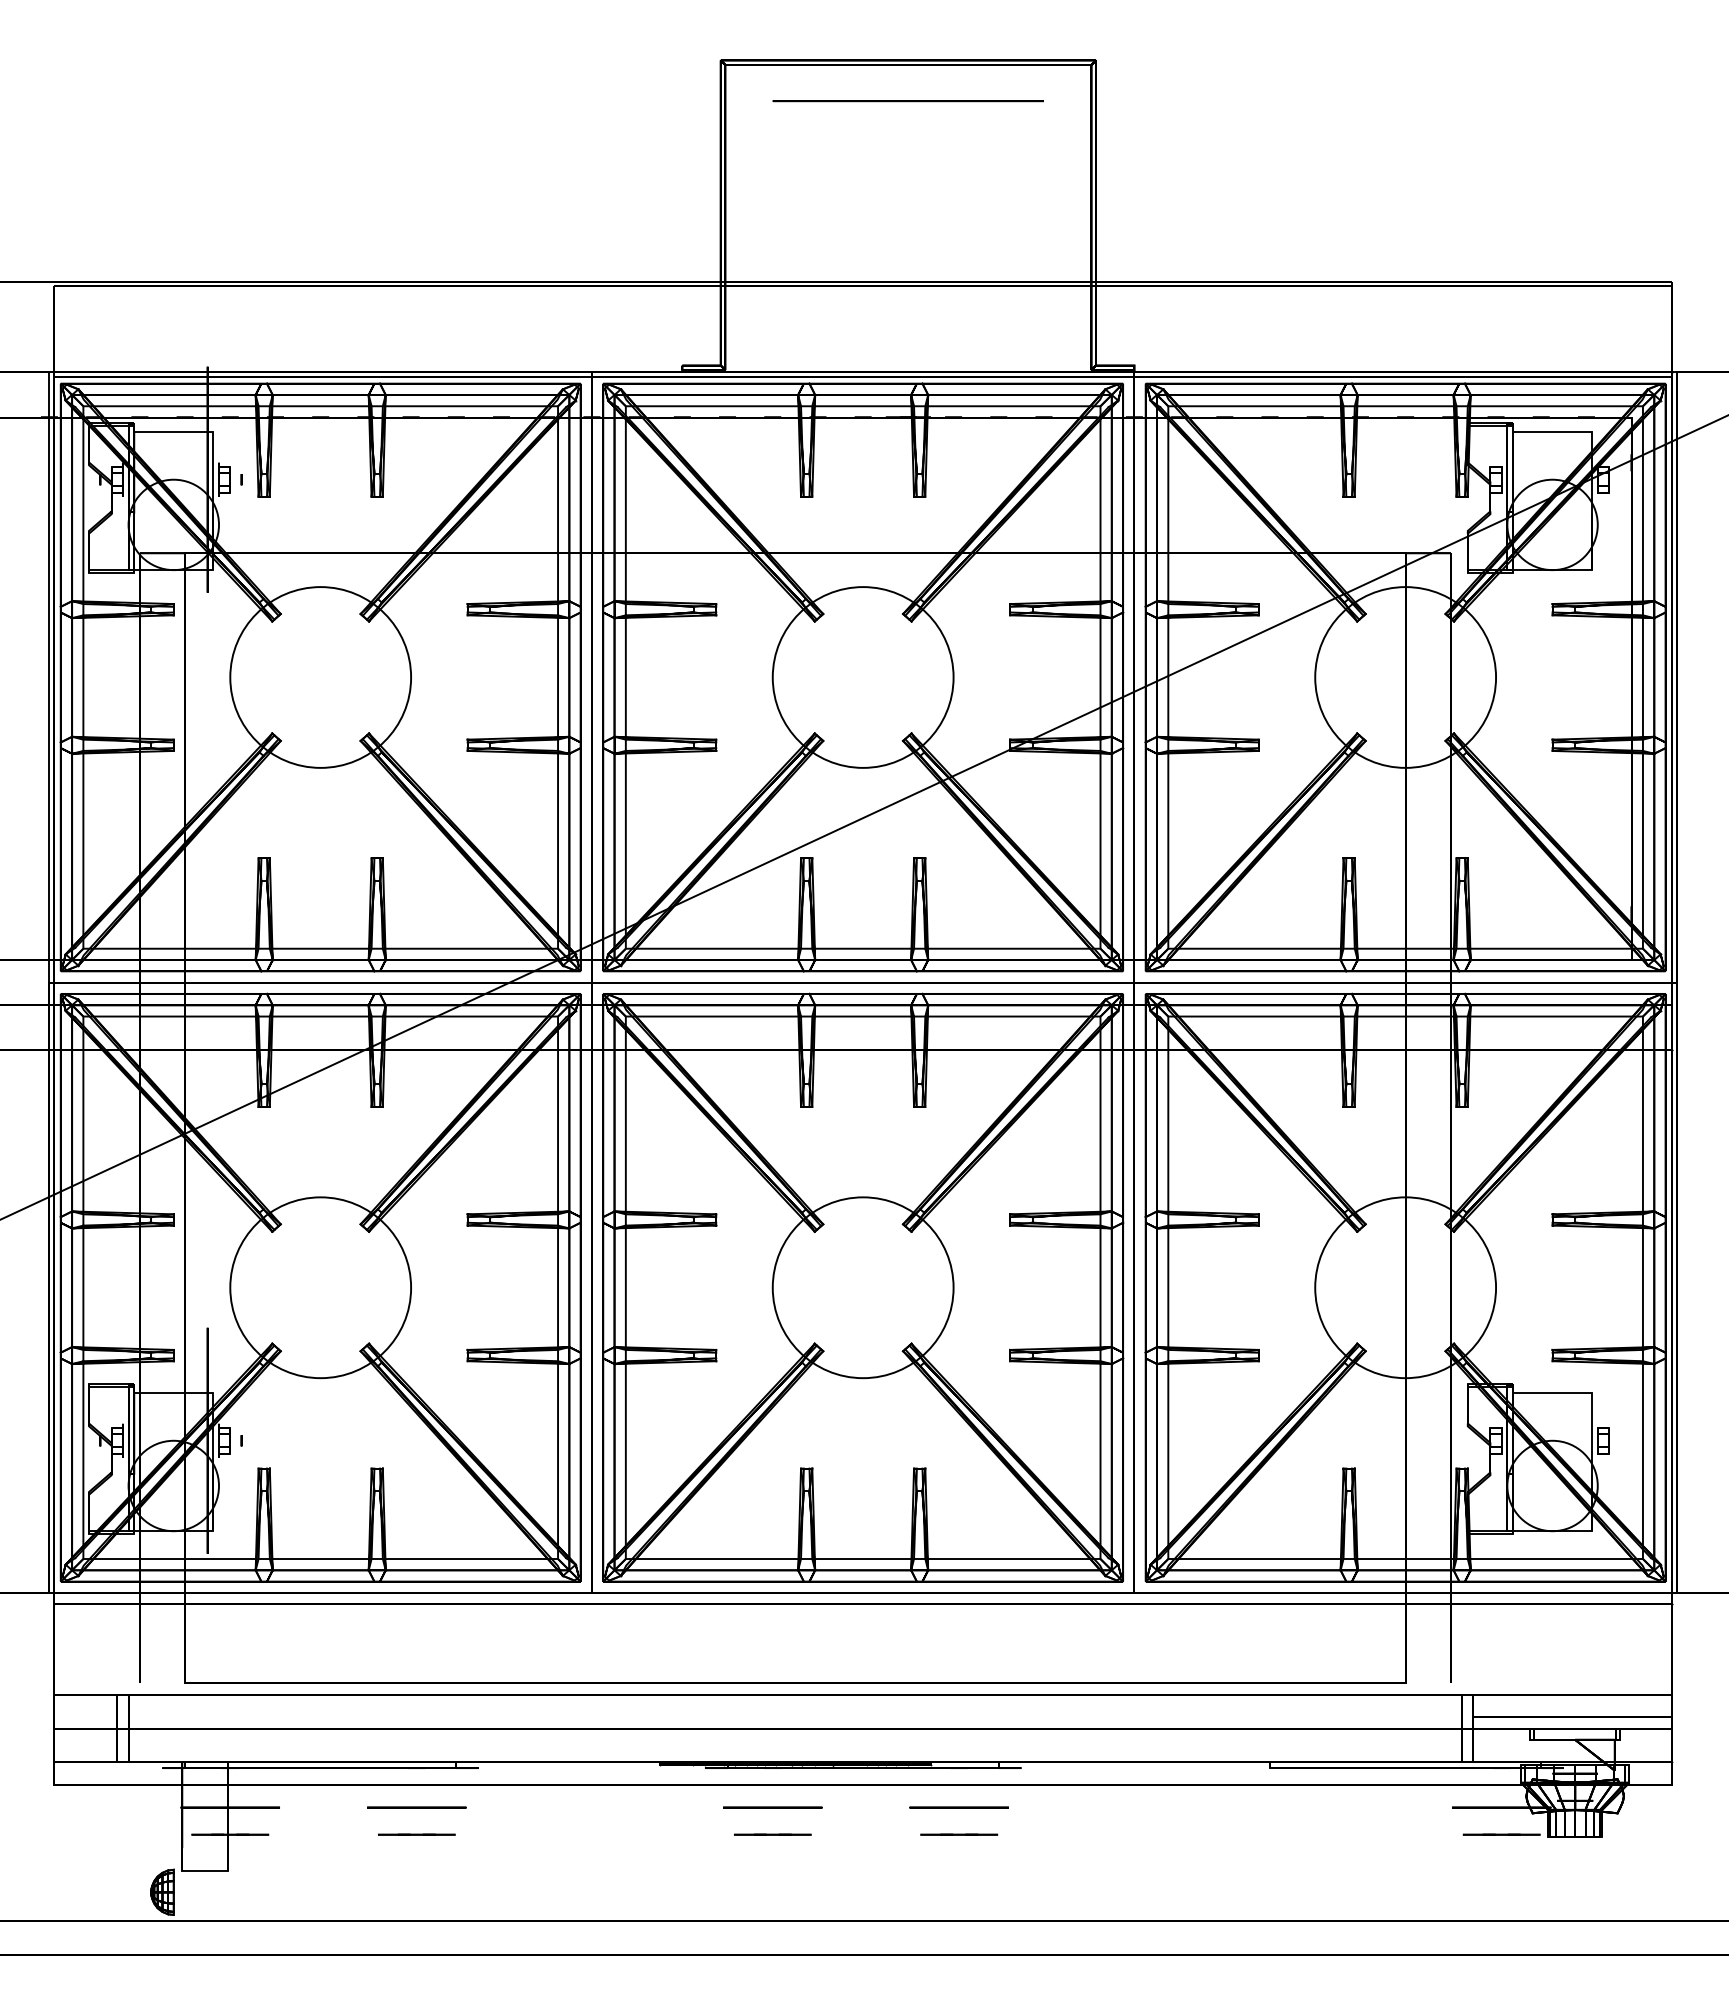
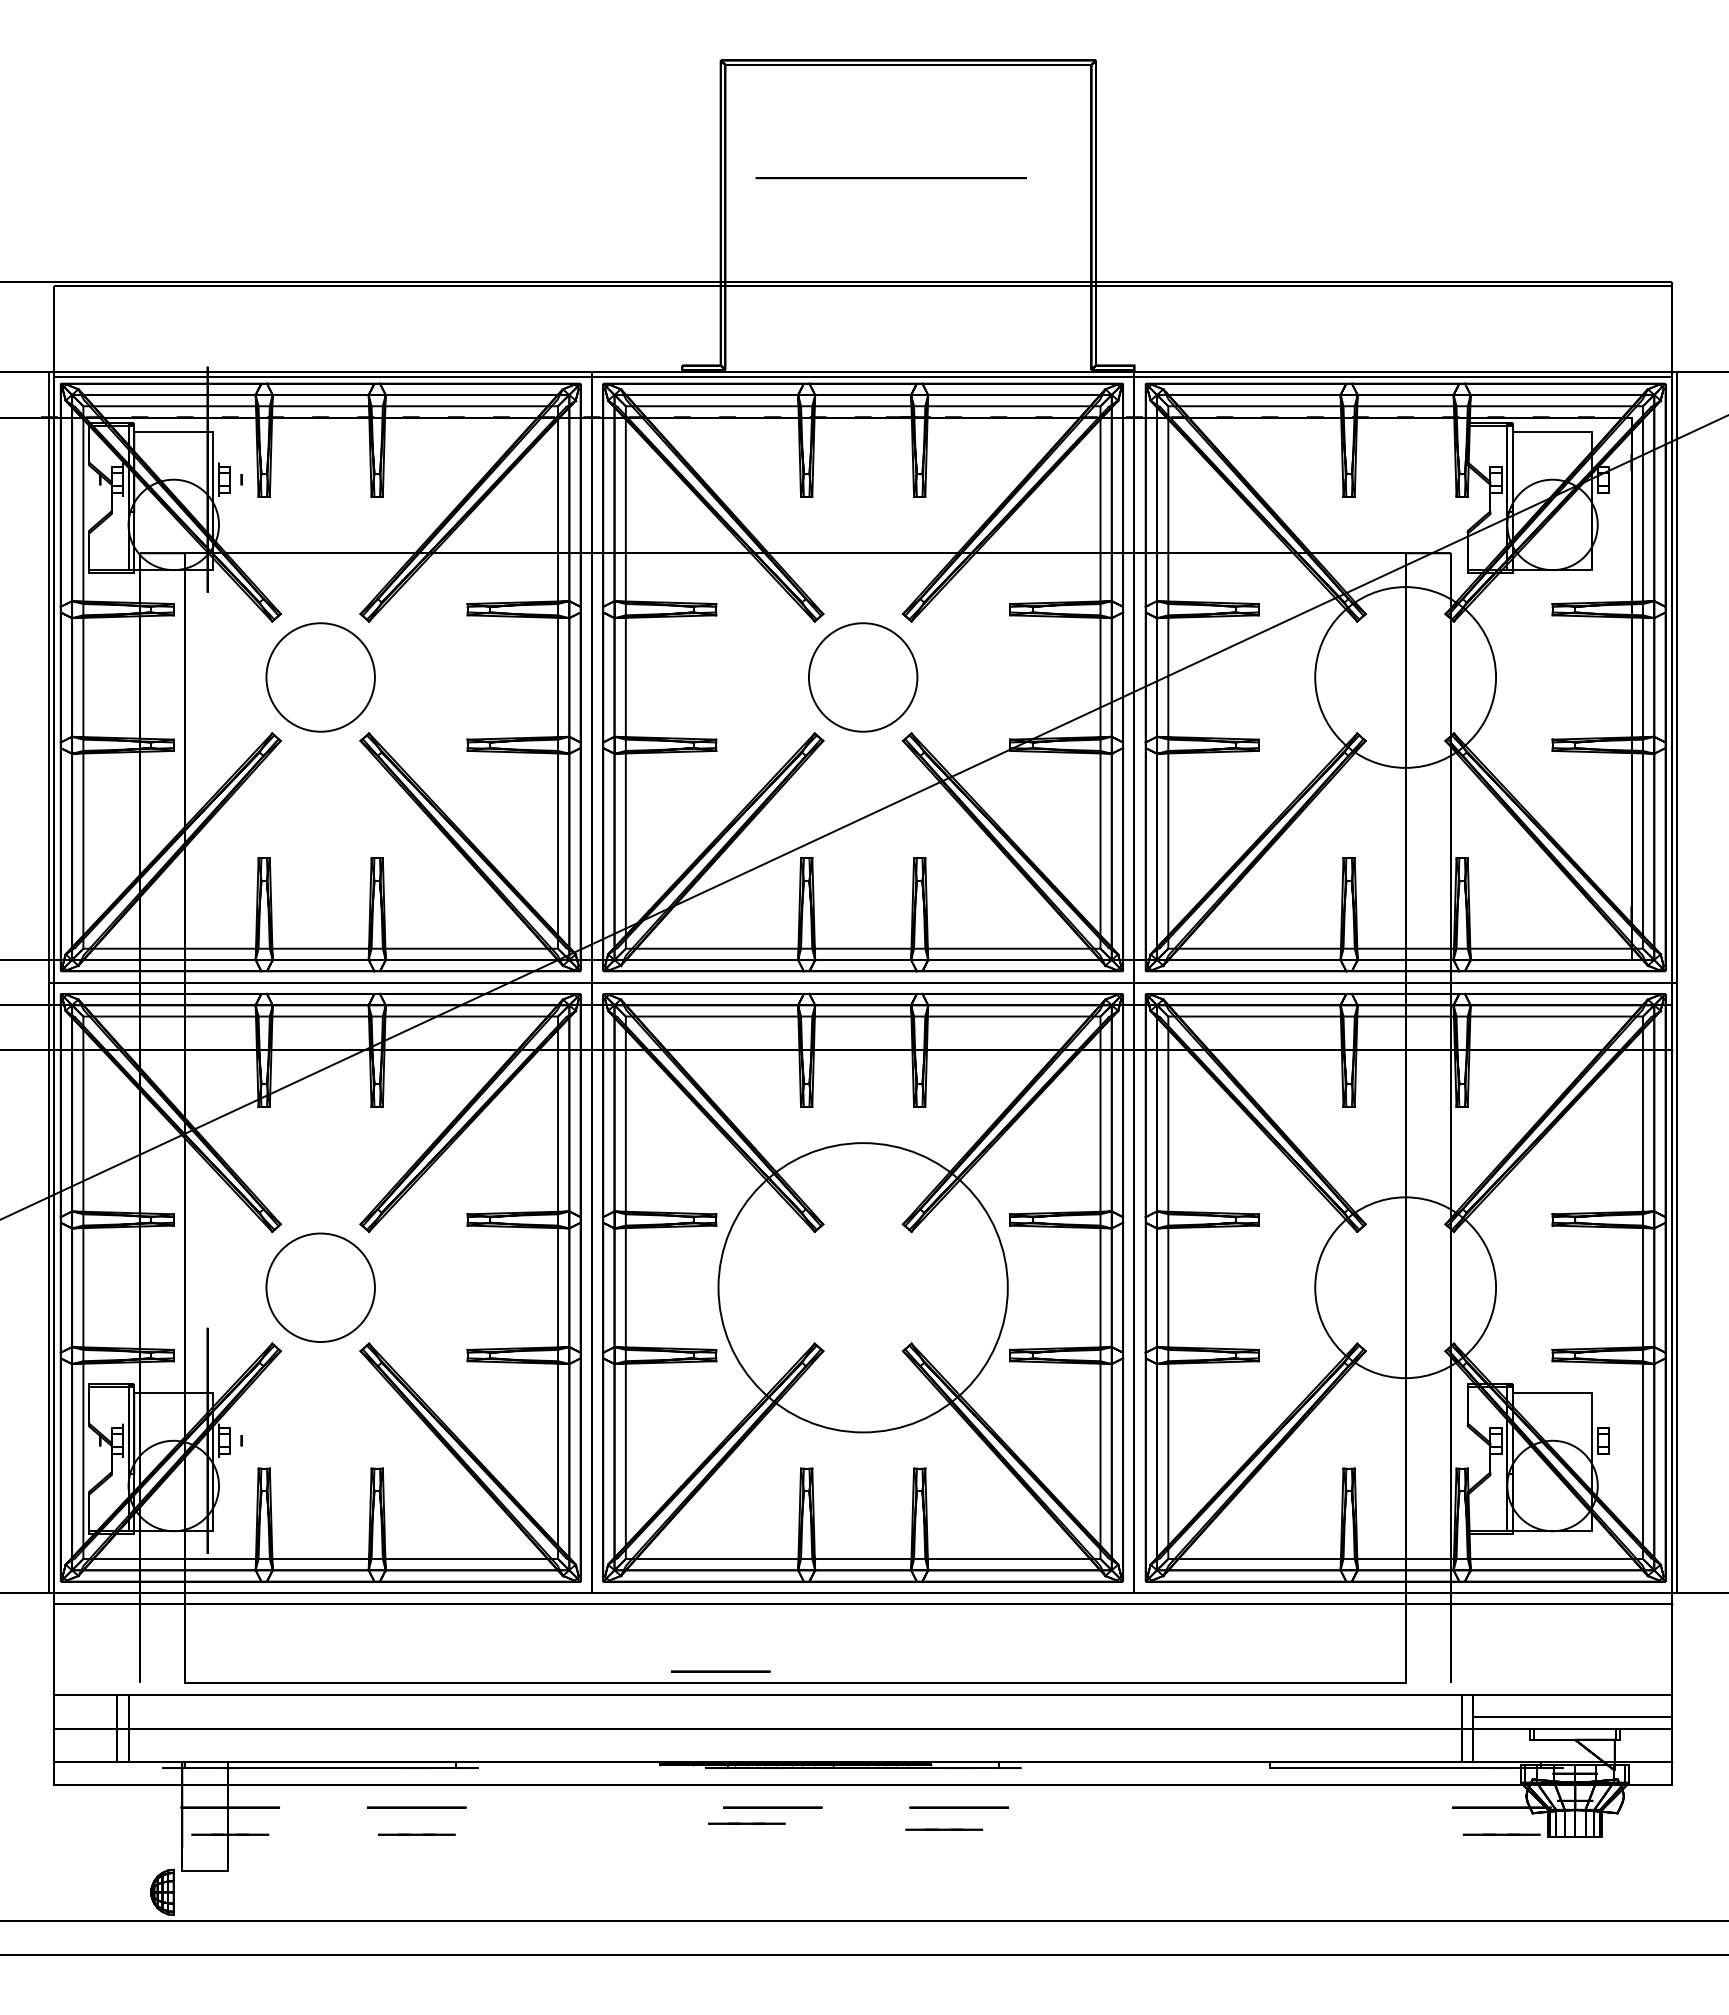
circle at (907, 101) position: (907, 101) -> (890, 178)
circle at (320, 677) diameter: 181 px -> 108 px
circle at (862, 677) diameter: 181 px -> 108 px
circle at (320, 1287) diameter: 181 px -> 108 px
circle at (862, 1287) diameter: 181 px -> 289 px
circle at (720, 1671): none -> present
line at (772, 1834) position: (772, 1834) -> (746, 1823)
line at (959, 1834) position: (959, 1834) -> (944, 1829)
